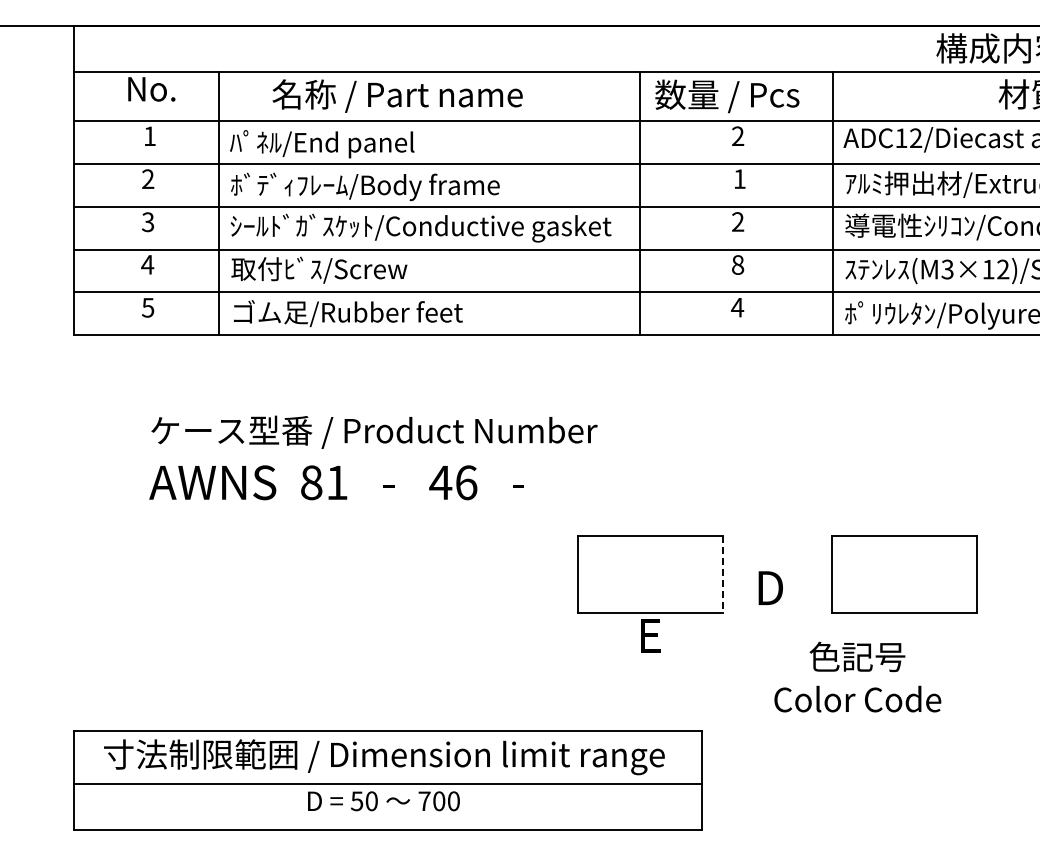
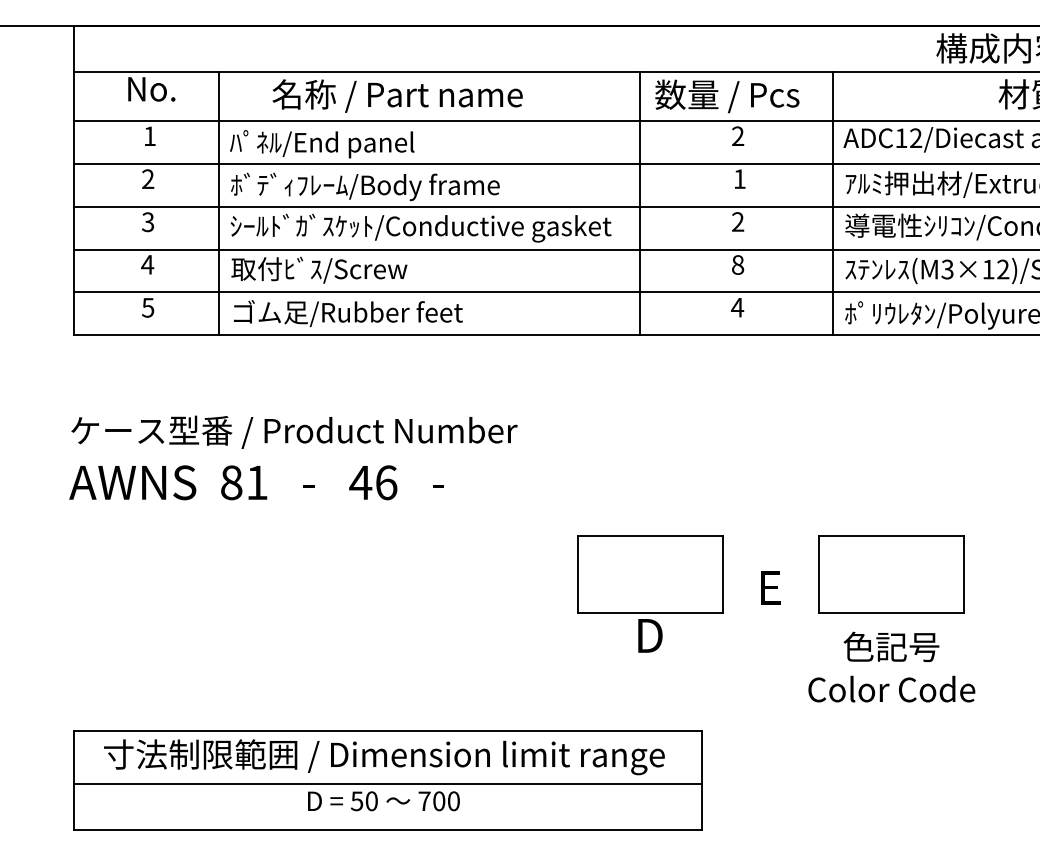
text at (373, 457) position: (373, 457) -> (293, 457)
line at (722, 574): dashed -> solid
part at (904, 574) position: (904, 574) -> (891, 574)
text at (770, 588): D -> E
text at (650, 635): E -> D
text at (857, 676) position: (857, 676) -> (891, 666)
